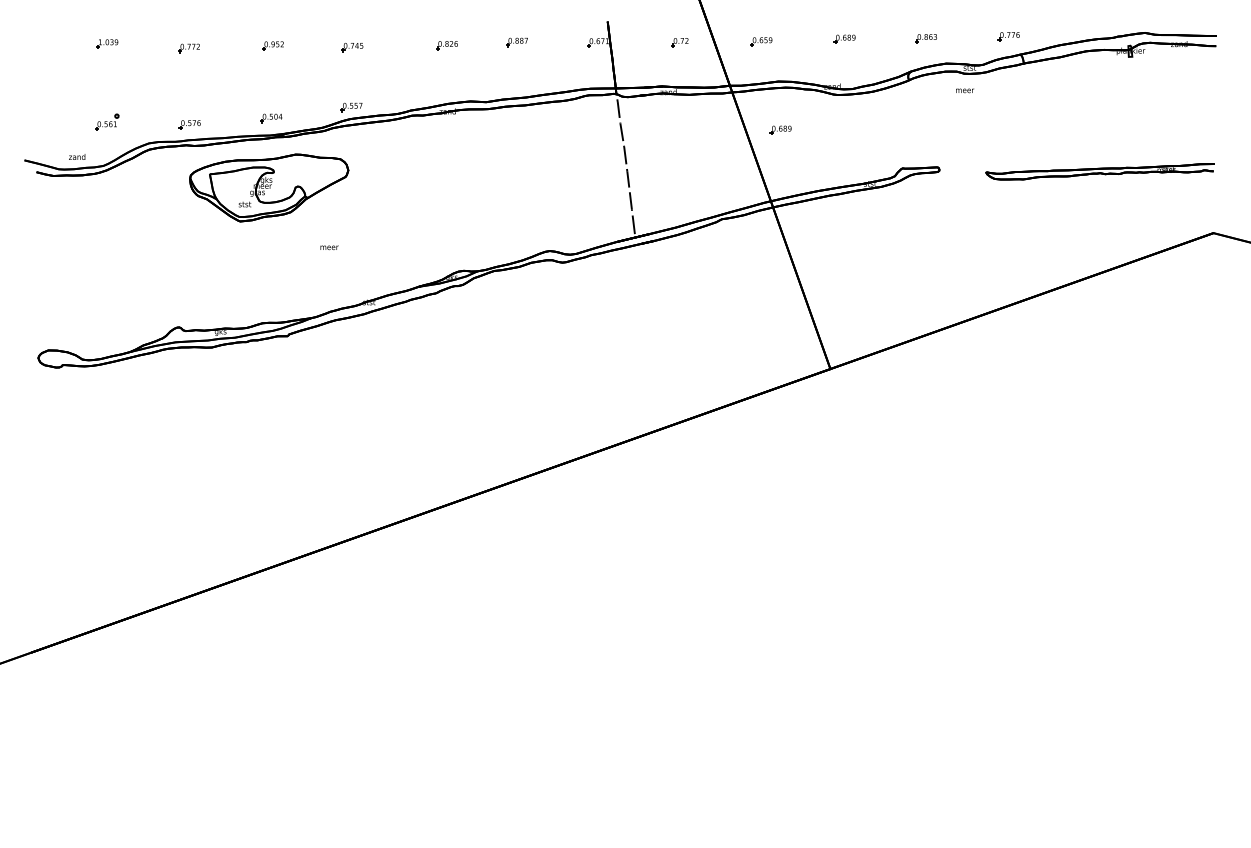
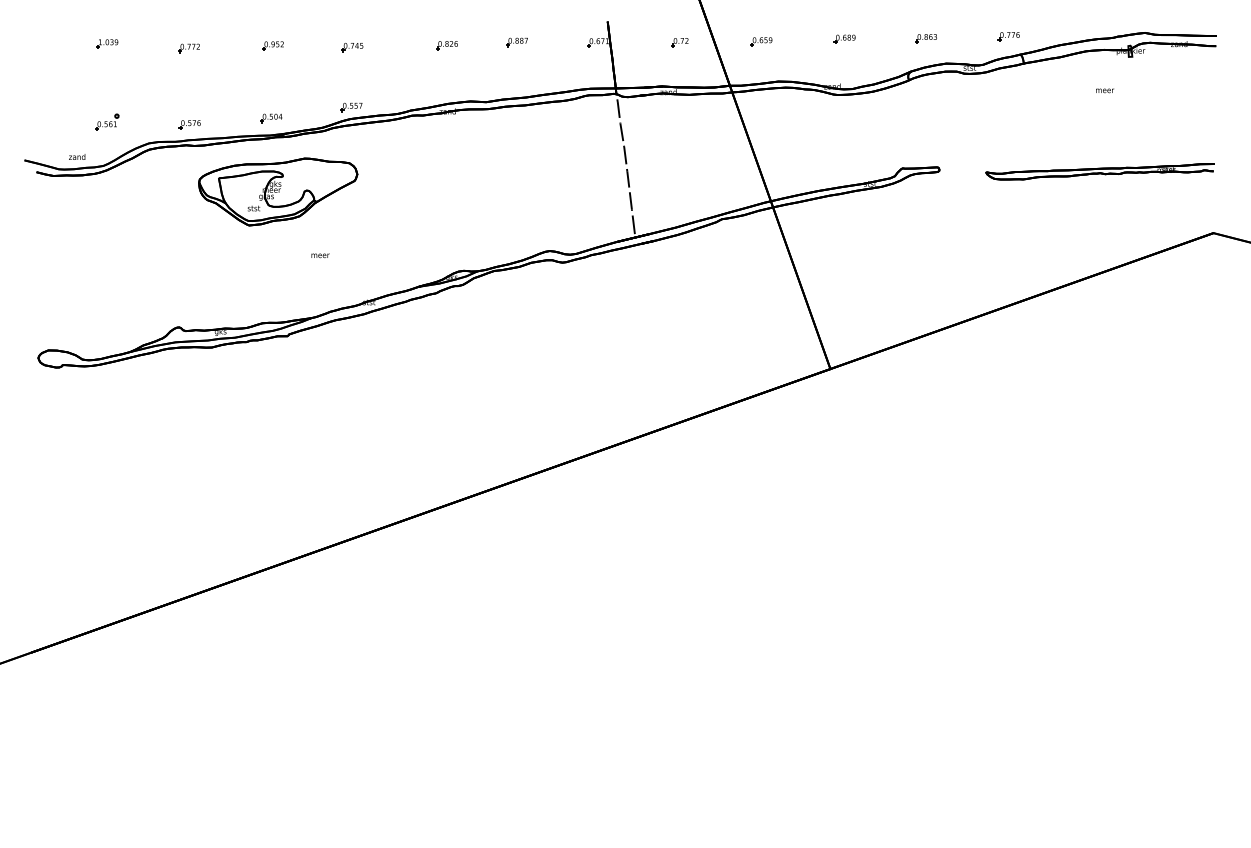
text at (965, 90) position: (965, 90) -> (1105, 90)
part at (780, 129): present -> none
part at (269, 187) position: (269, 187) -> (278, 191)
text at (329, 247) position: (329, 247) -> (320, 255)
